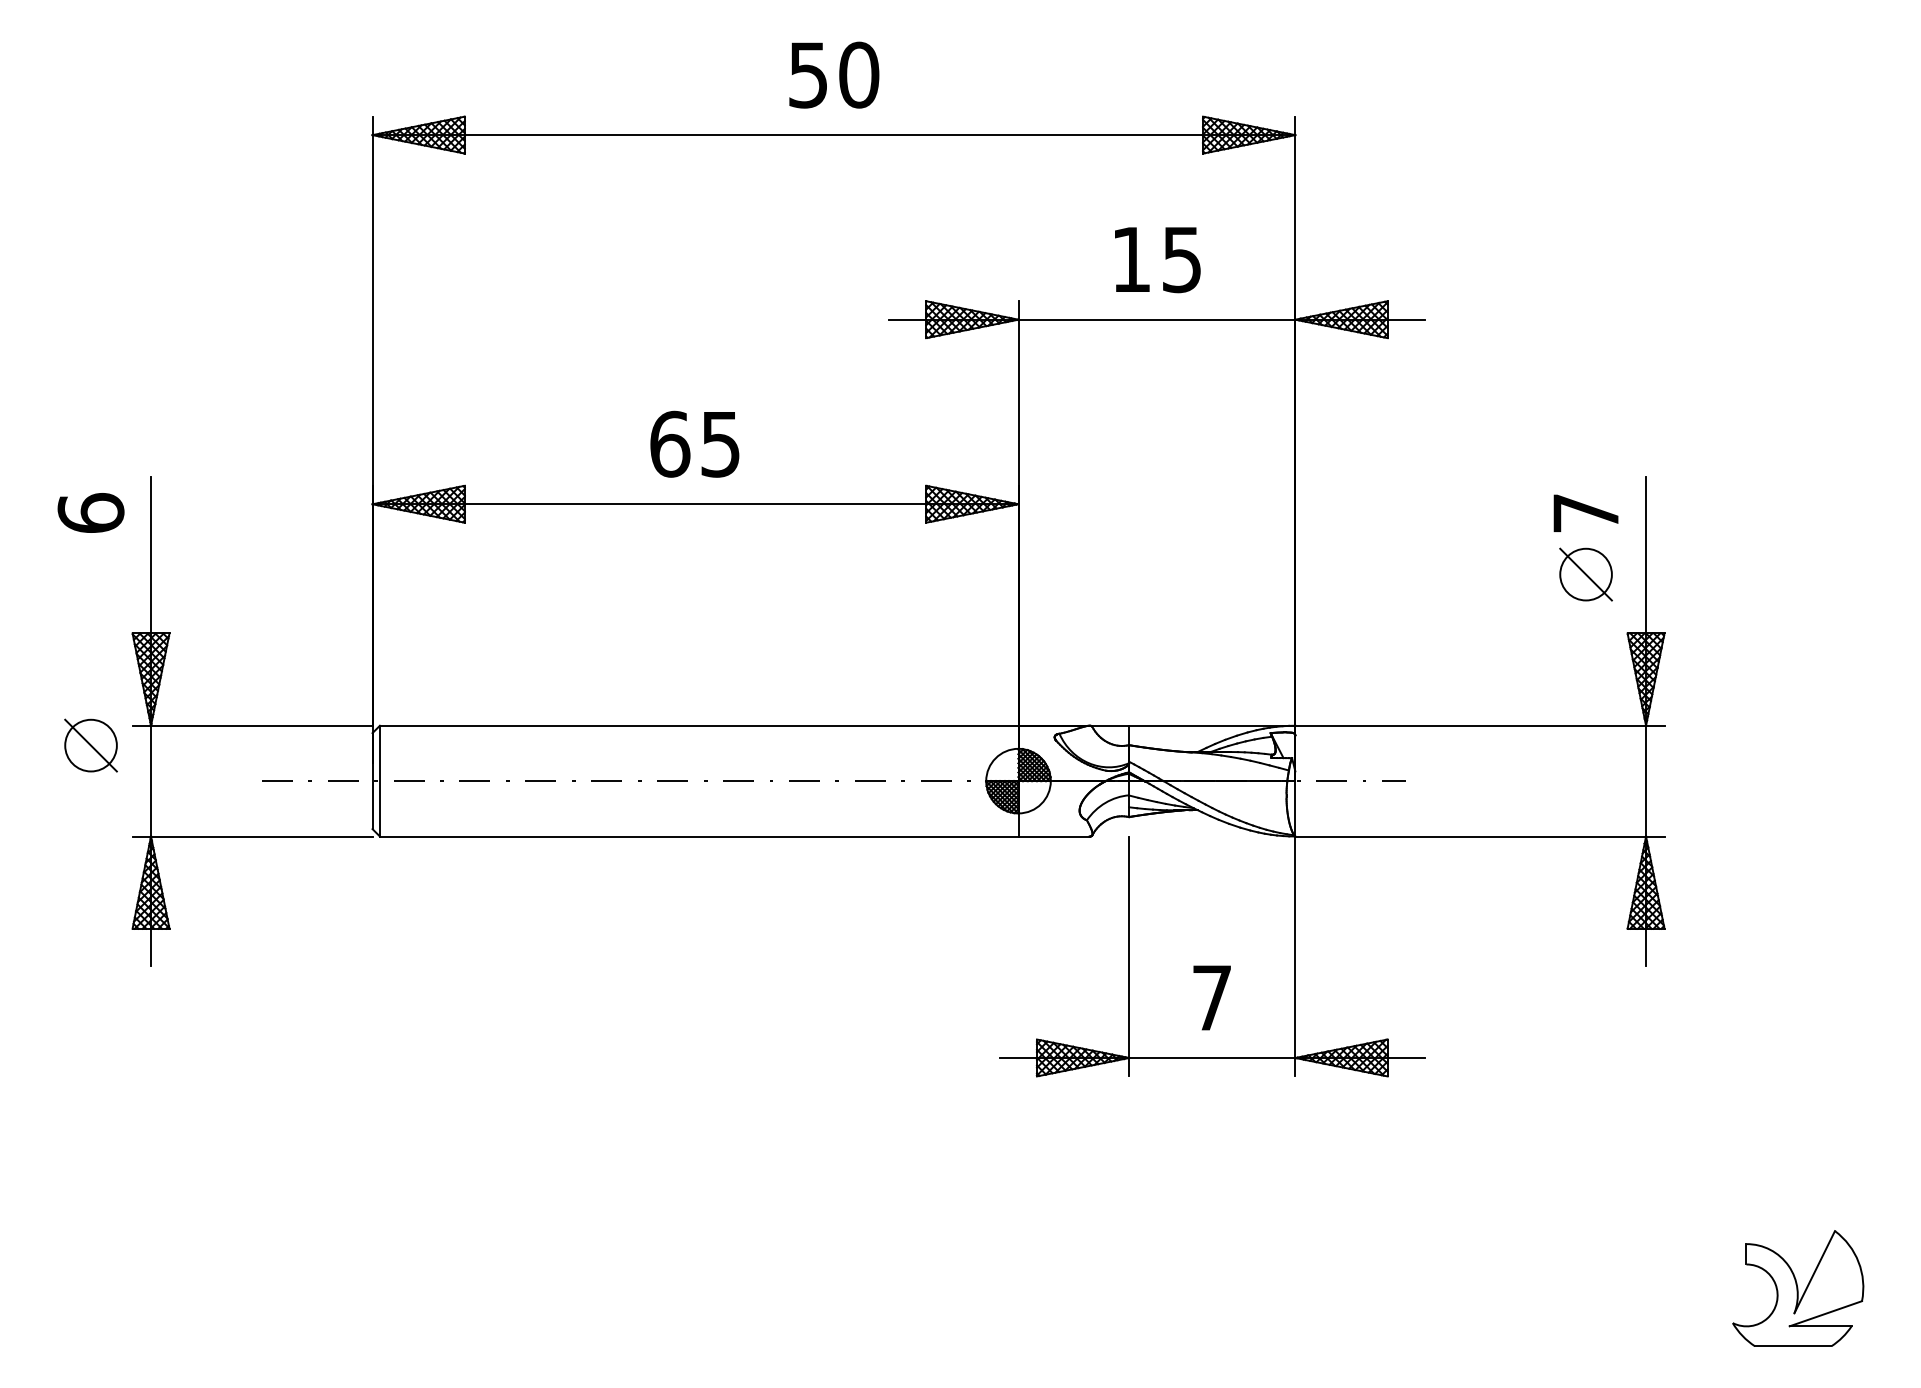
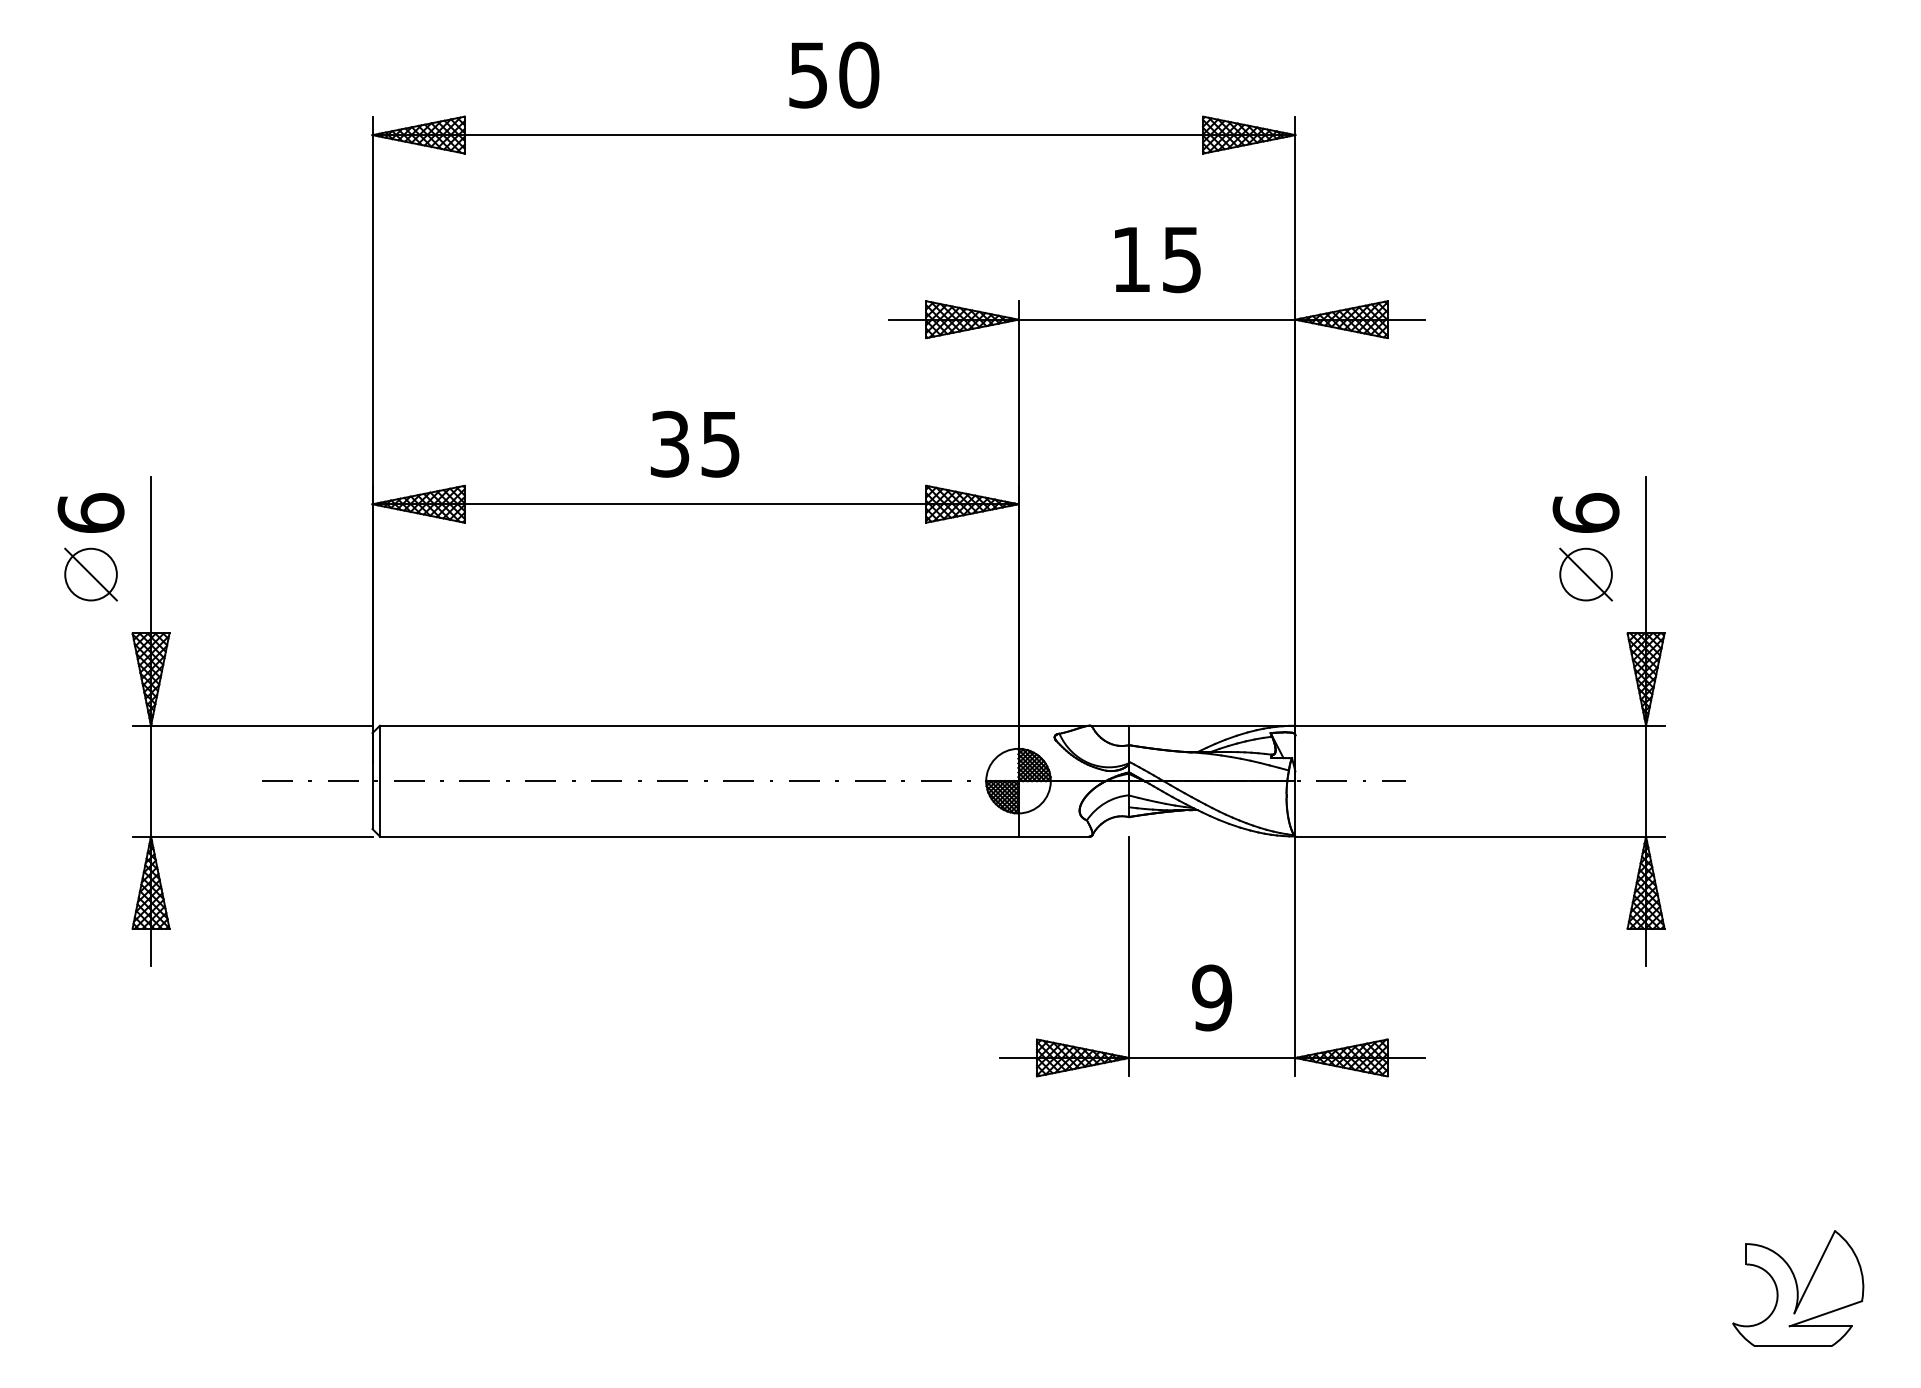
text at (670, 443): 65 -> 35
text at (1585, 512): 7 -> 6
part at (90, 745) position: (90, 745) -> (90, 574)
text at (1212, 997): 7 -> 9
